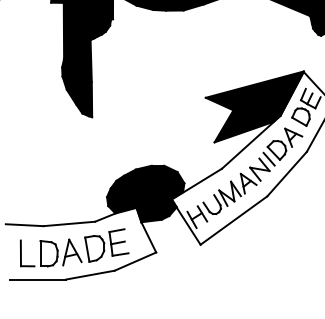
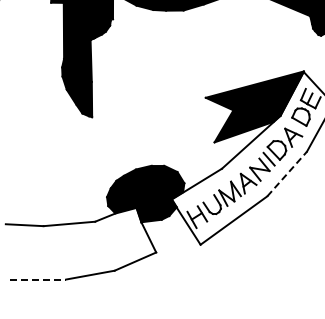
line at (287, 174): solid -> dashed
part at (74, 247): present -> none
line at (38, 279): solid -> dashed
